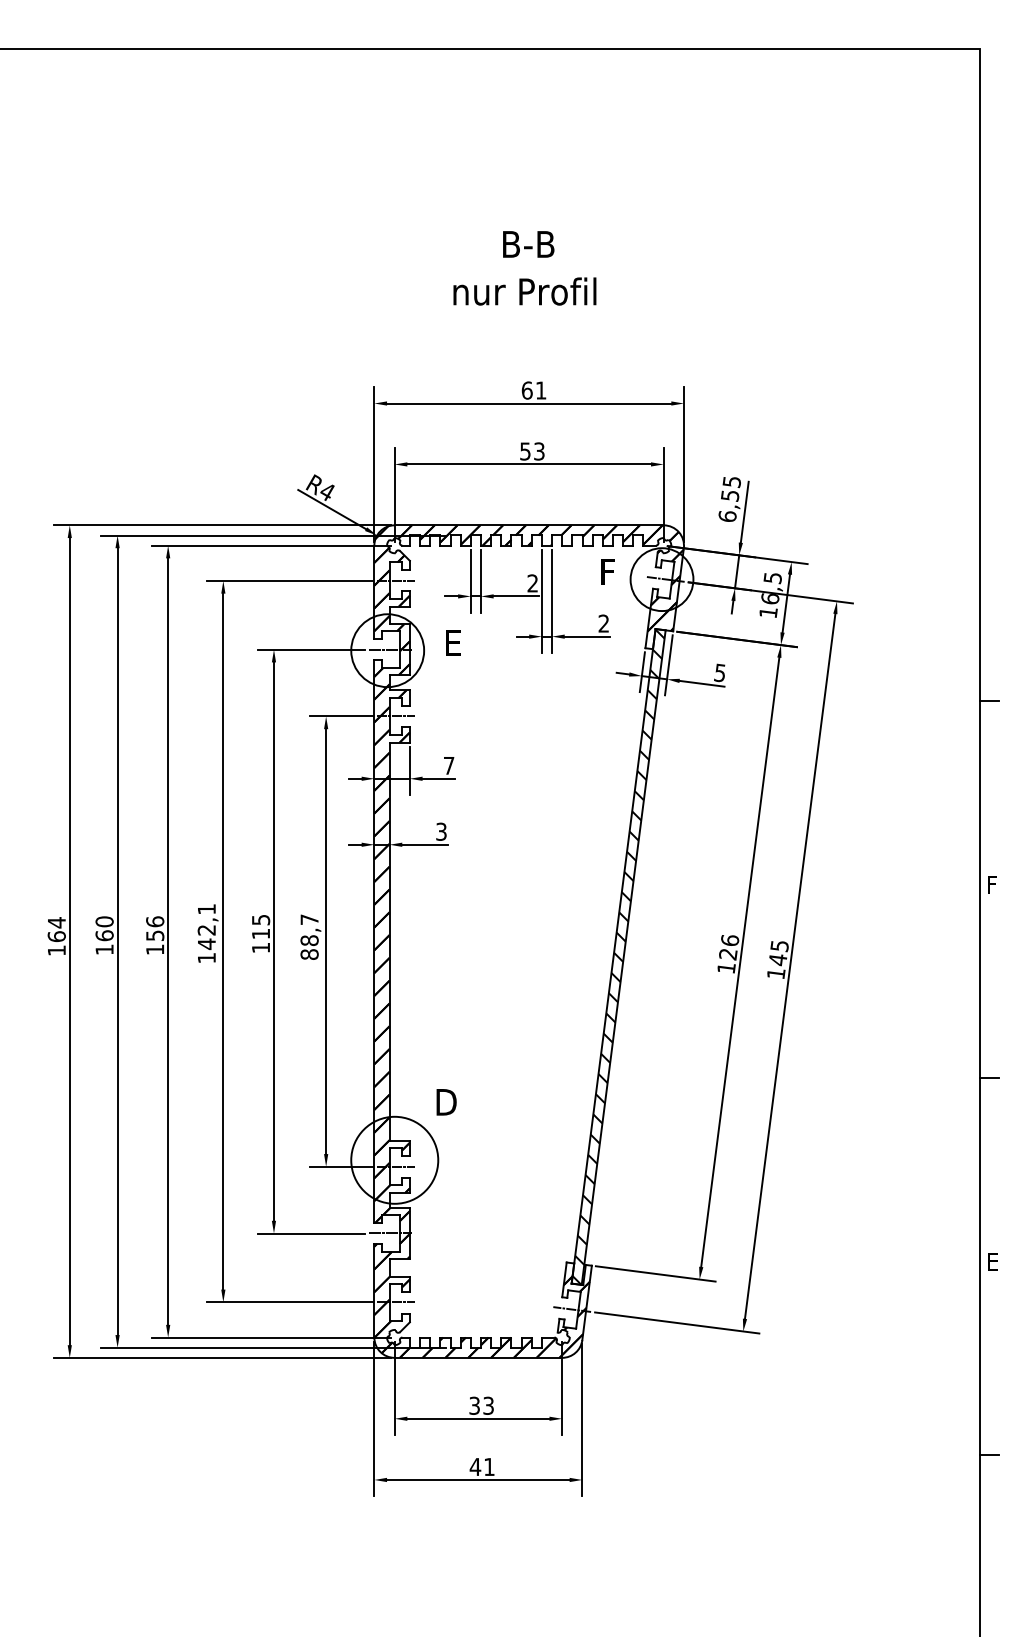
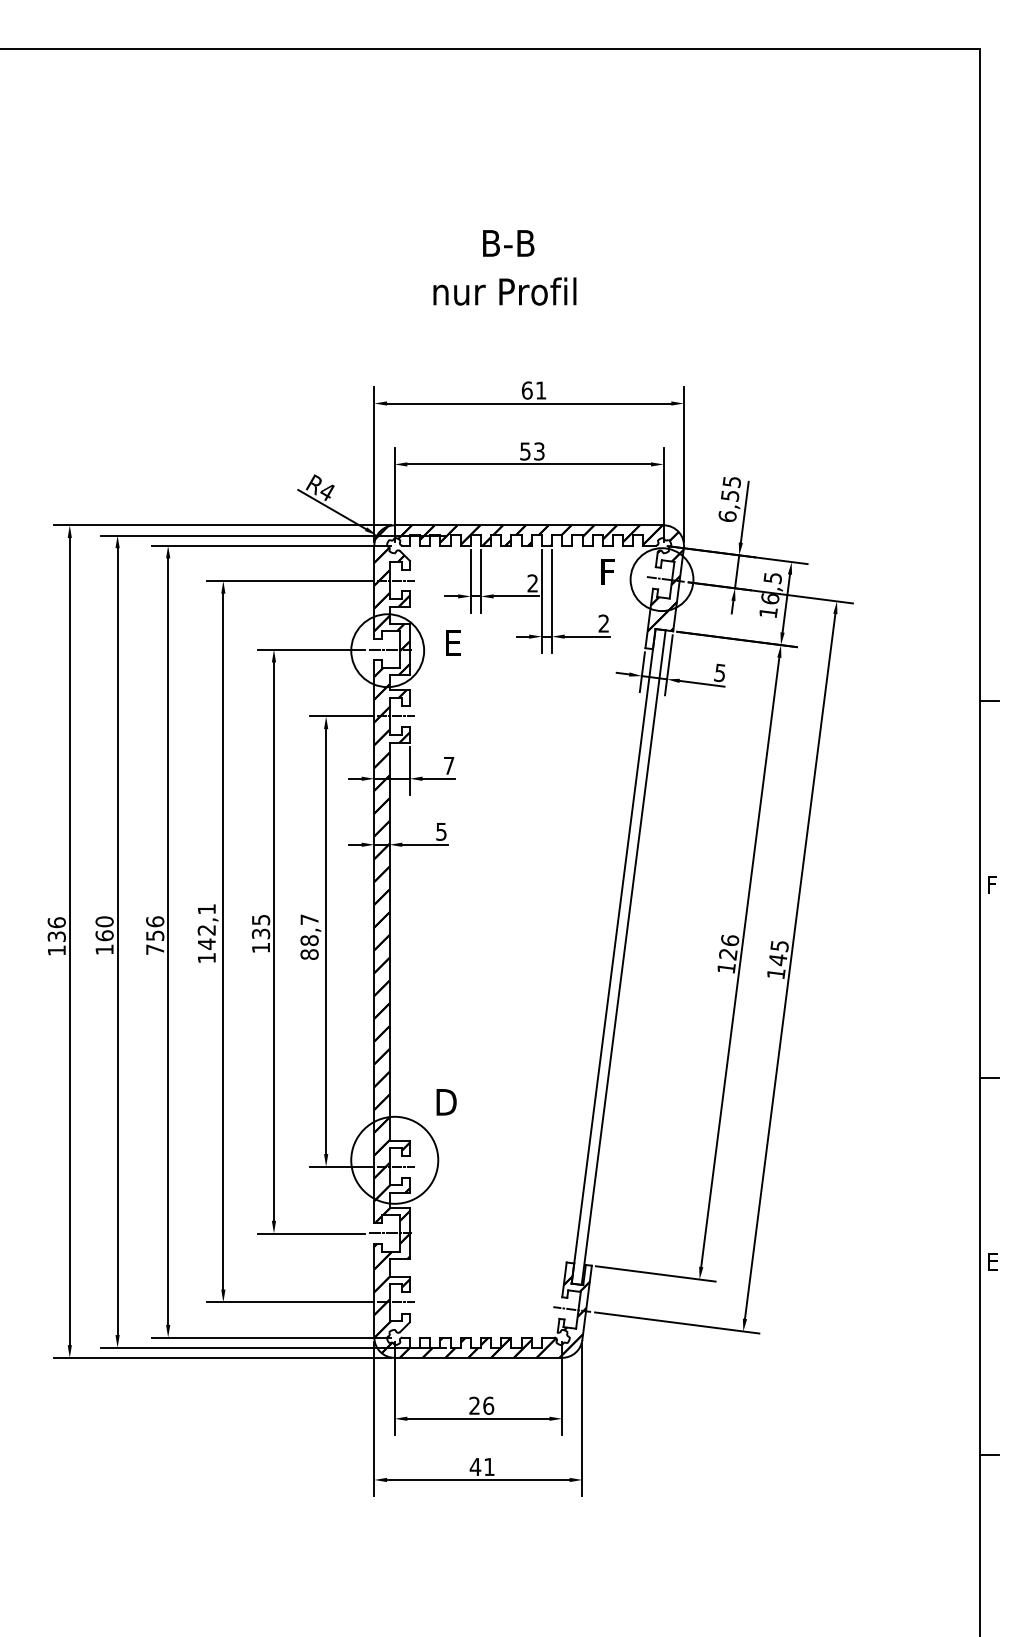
text at (528, 244) position: (528, 244) -> (508, 243)
text at (524, 291) position: (524, 291) -> (504, 291)
text at (441, 831): 3 -> 5
text at (56, 929): 164 -> 136
text at (260, 933): 115 -> 135
text at (155, 949): 156 -> 756
hatch at (618, 956): present -> none
text at (481, 1405): 33 -> 26
